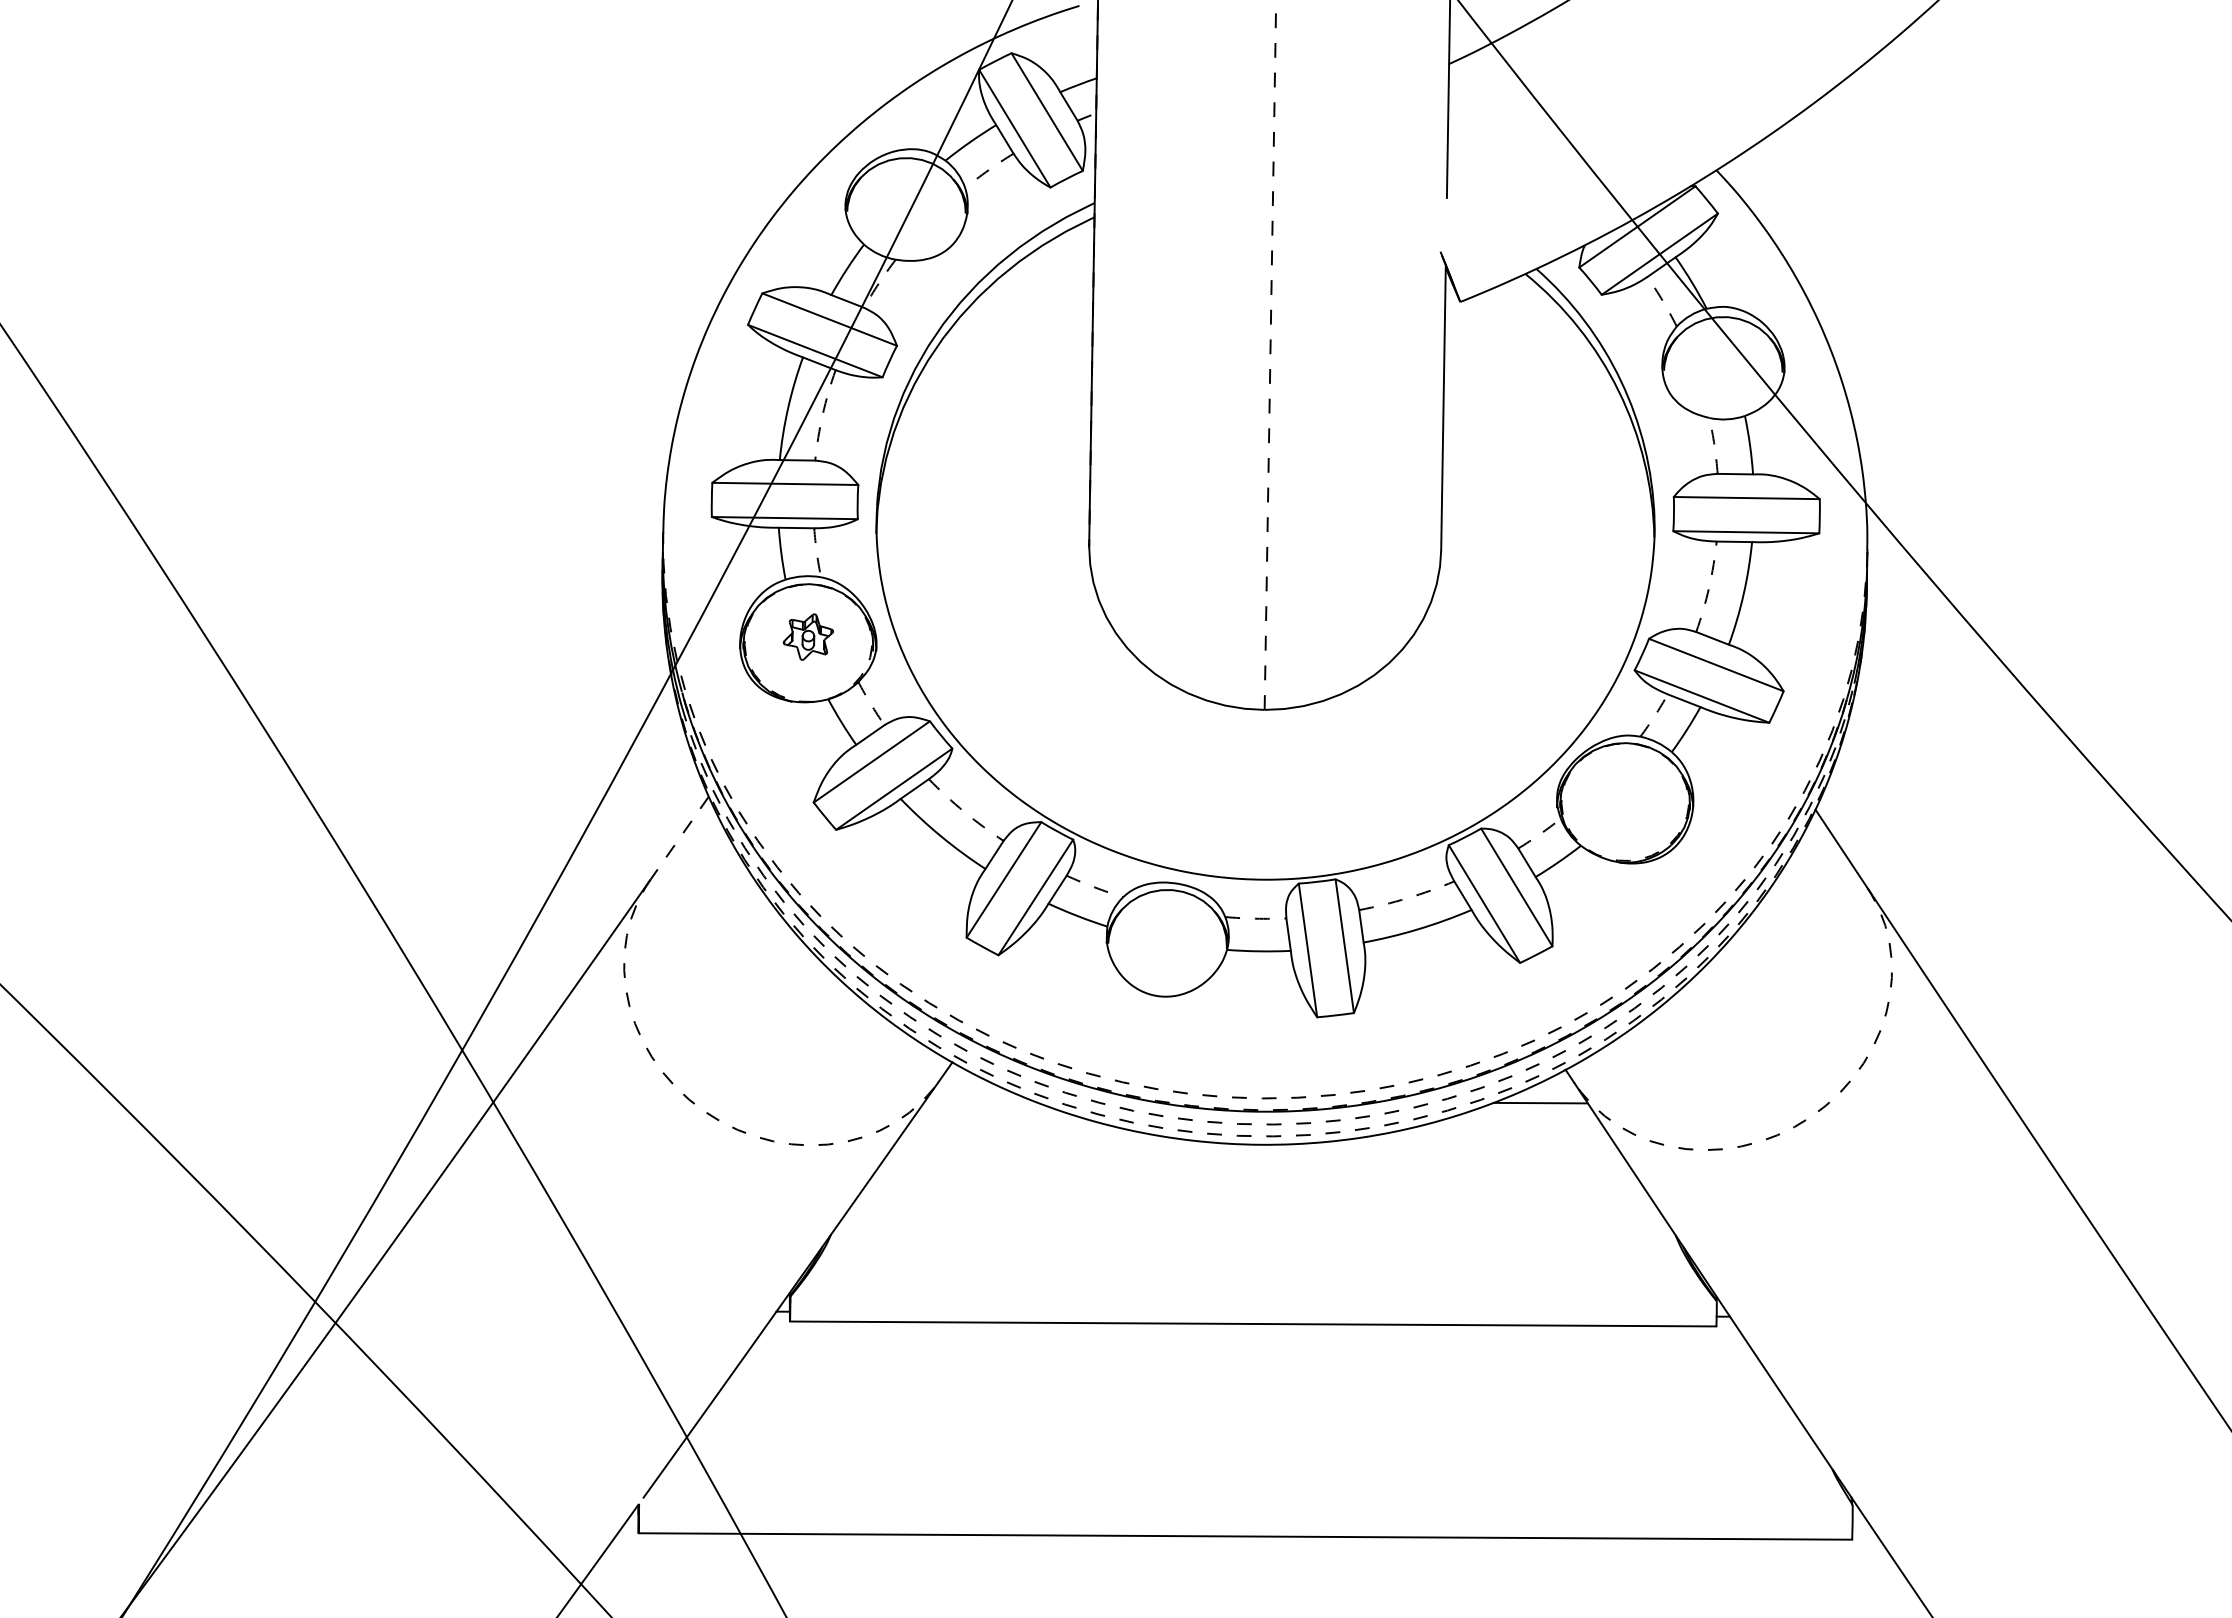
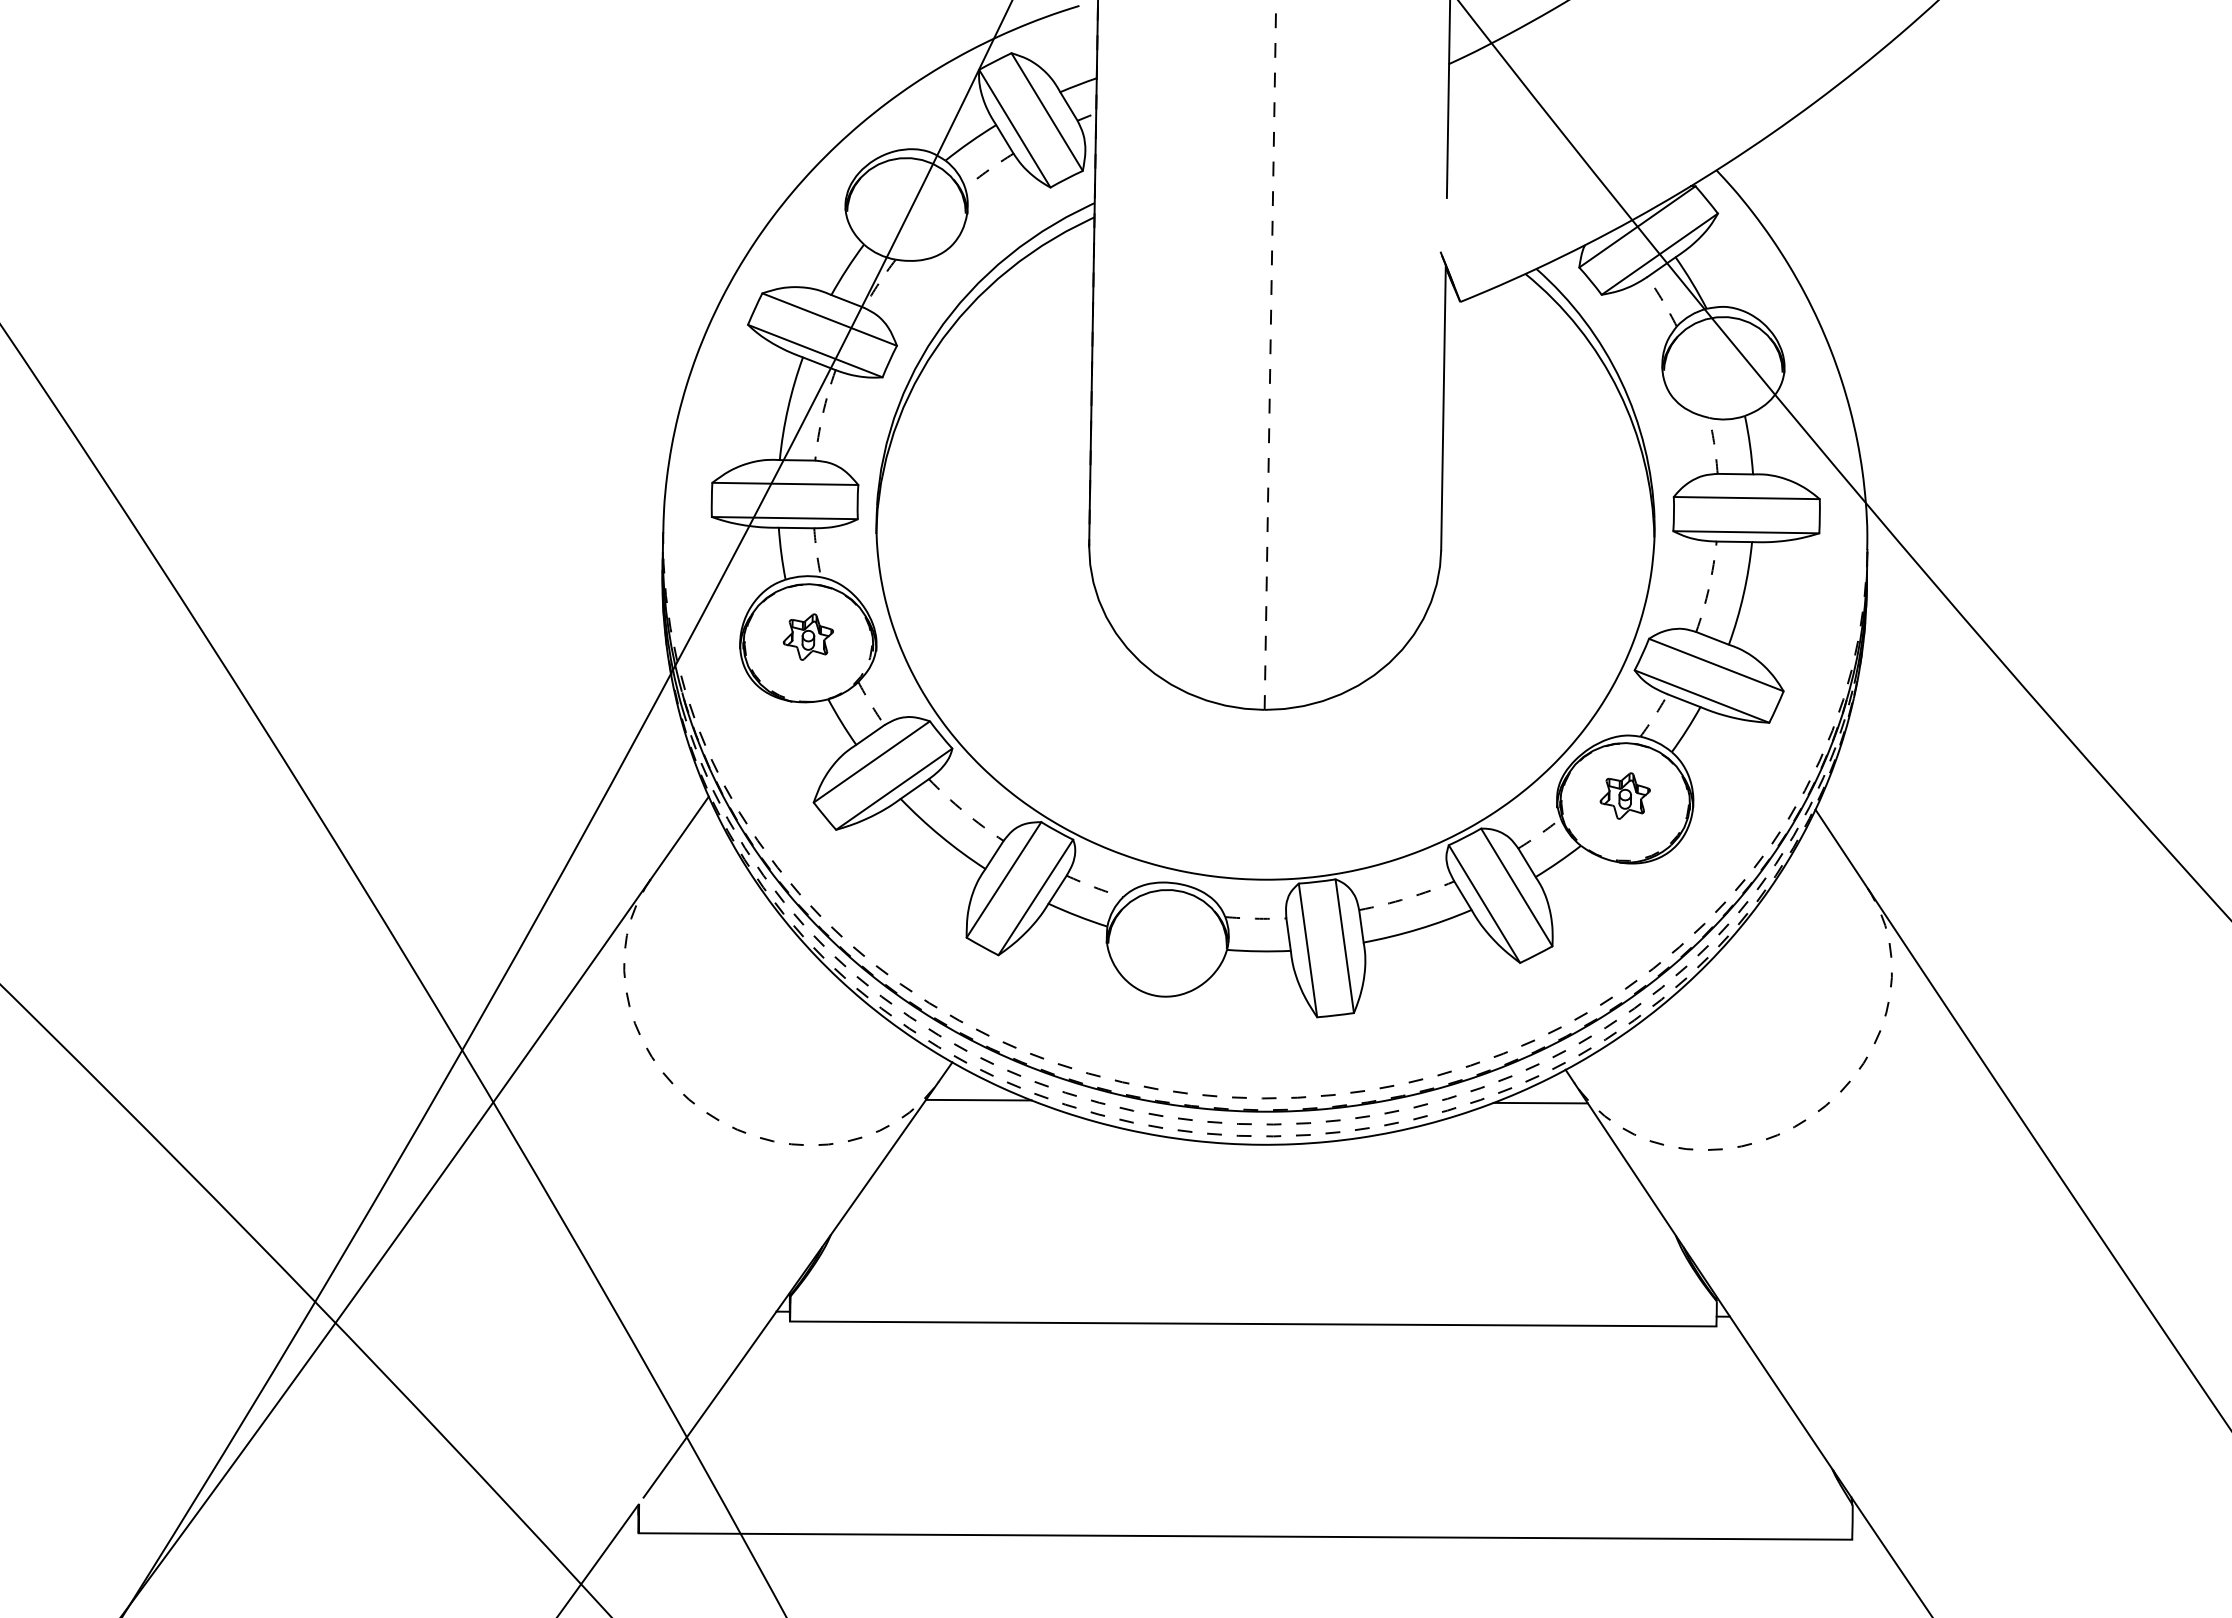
part at (1624, 795): none -> present
line at (679, 838): dashed -> solid
line at (978, 1099): none -> present
